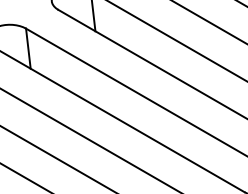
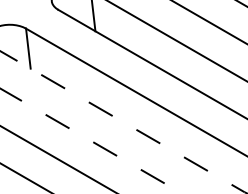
line at (122, 121): solid -> dashed
line at (91, 140): solid -> dashed
